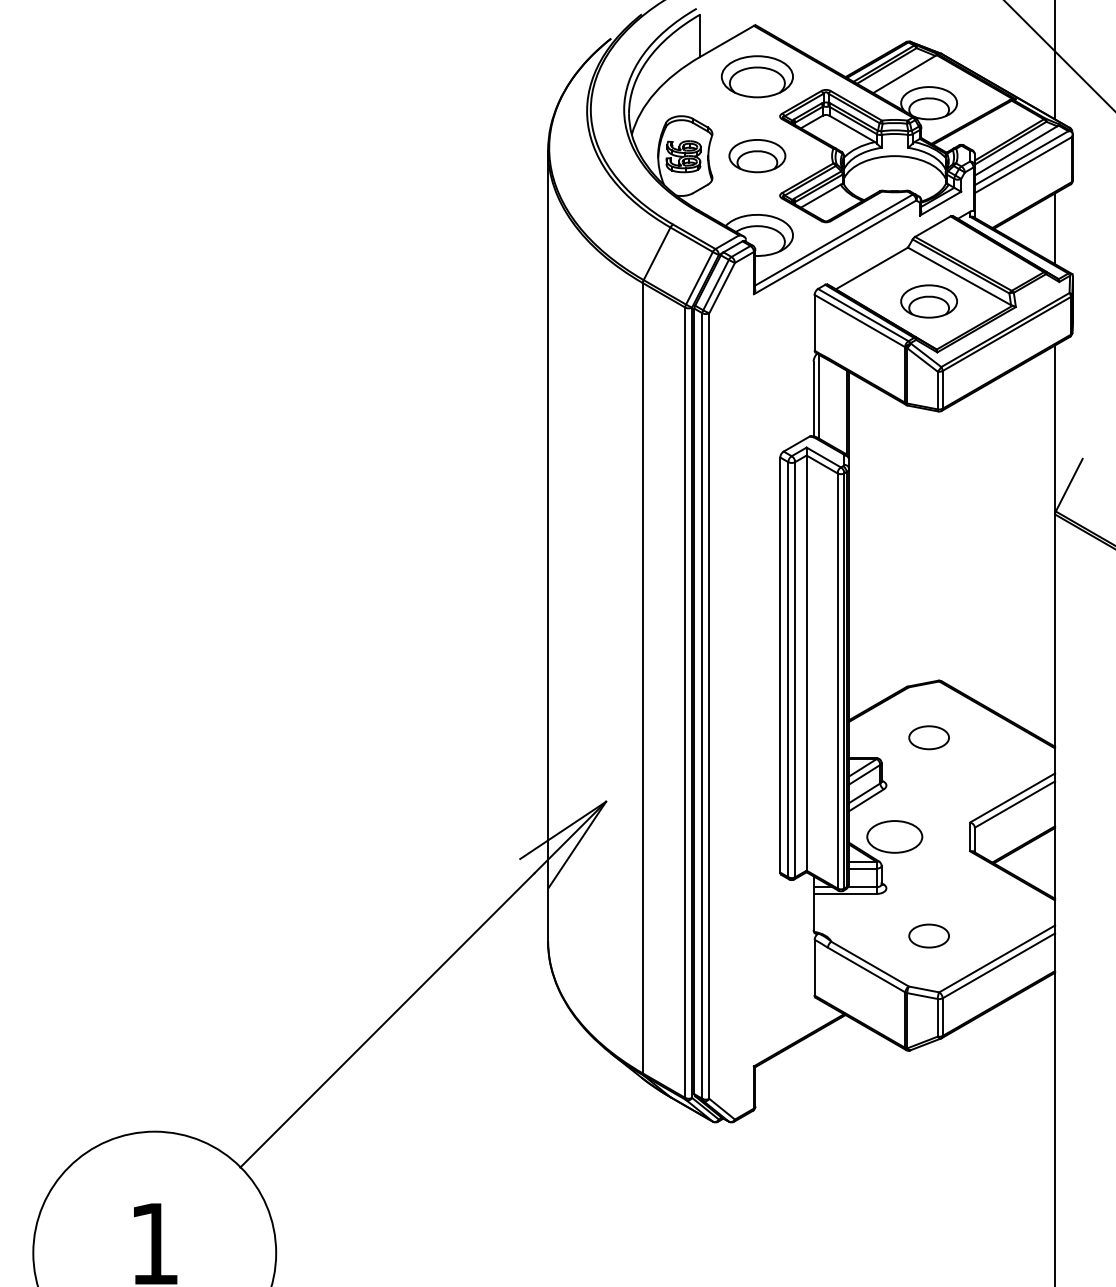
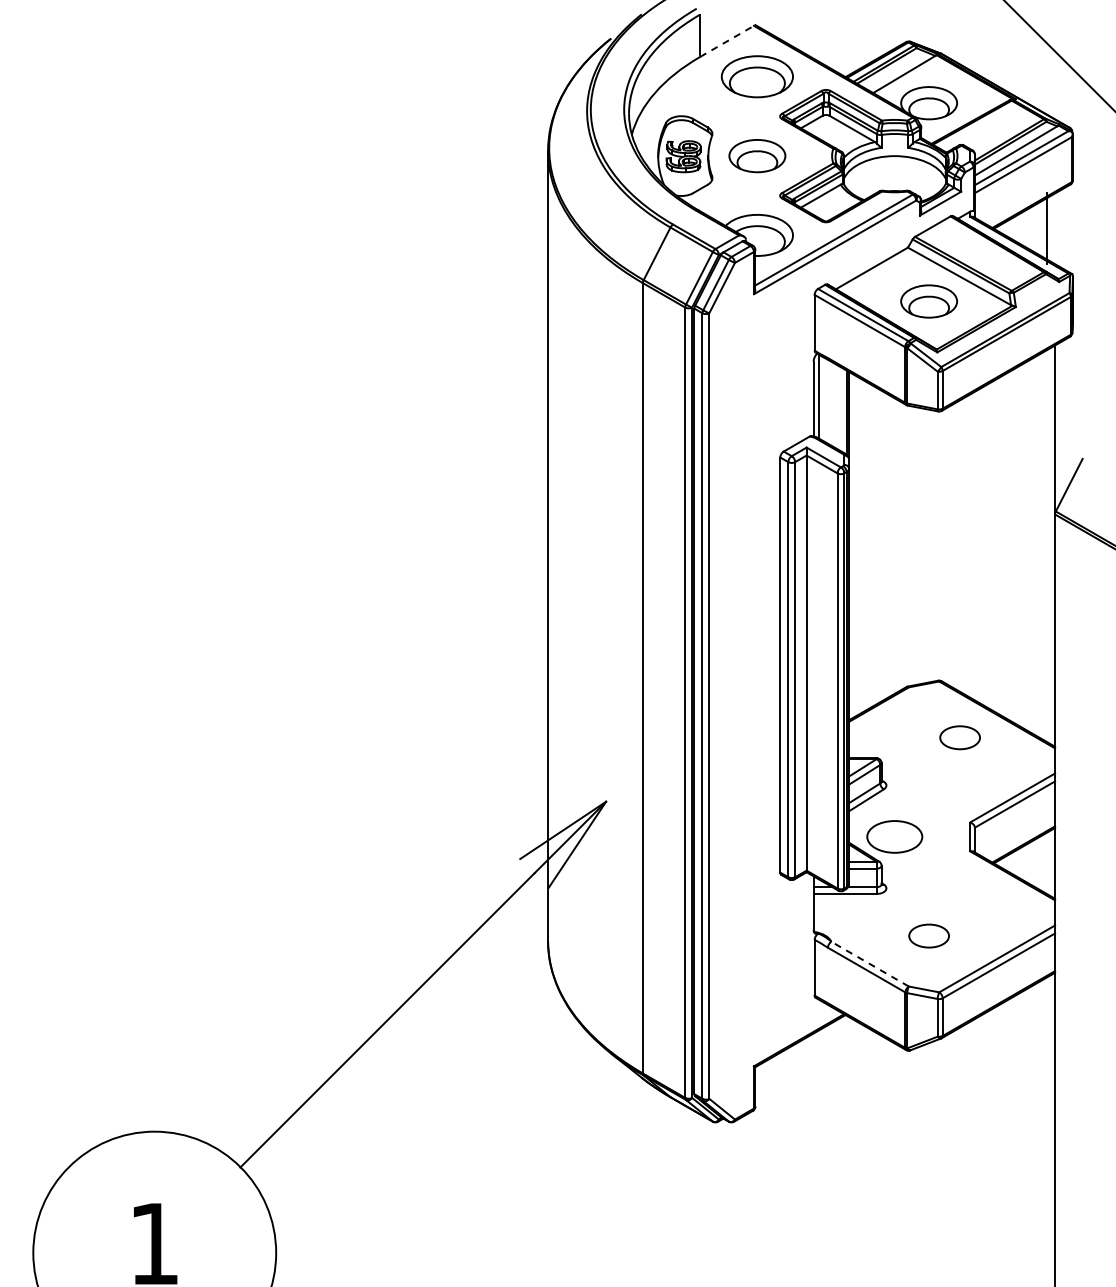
line at (727, 41): solid -> dashed
line at (1055, 60): present -> none
line at (1055, 228) position: (1055, 228) -> (1047, 228)
part at (928, 737) position: (928, 737) -> (959, 737)
line at (870, 964): solid -> dashed
